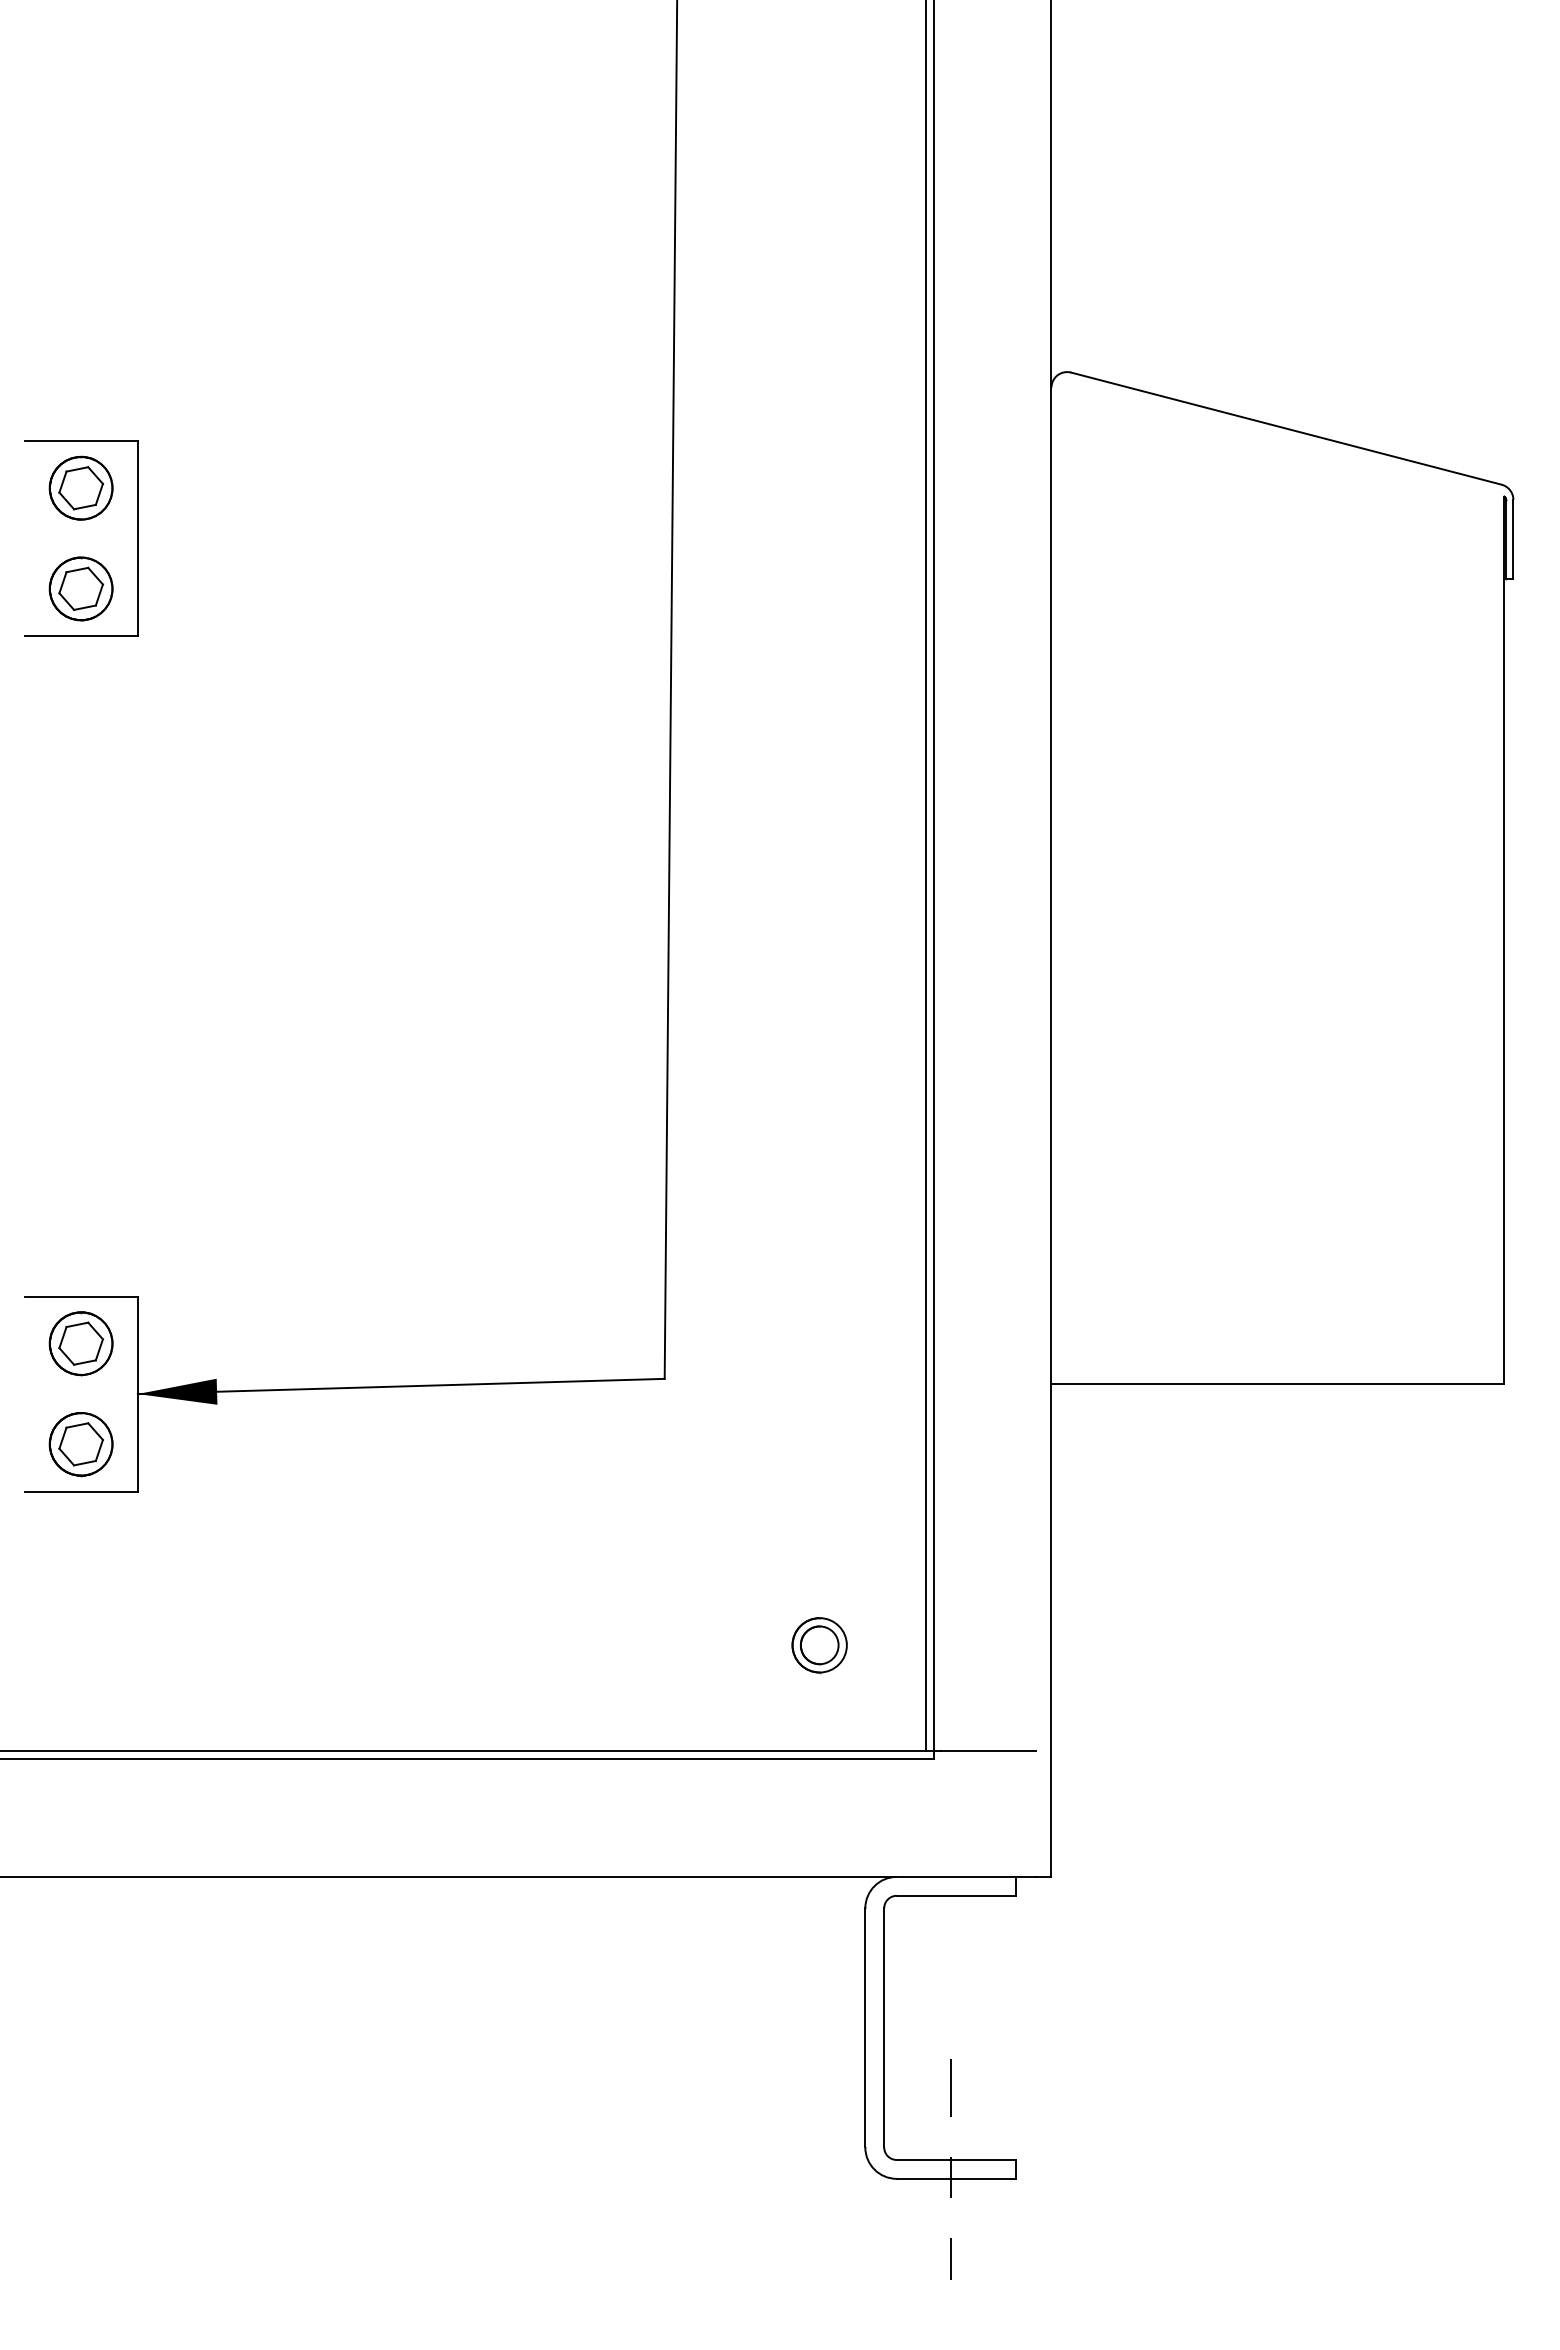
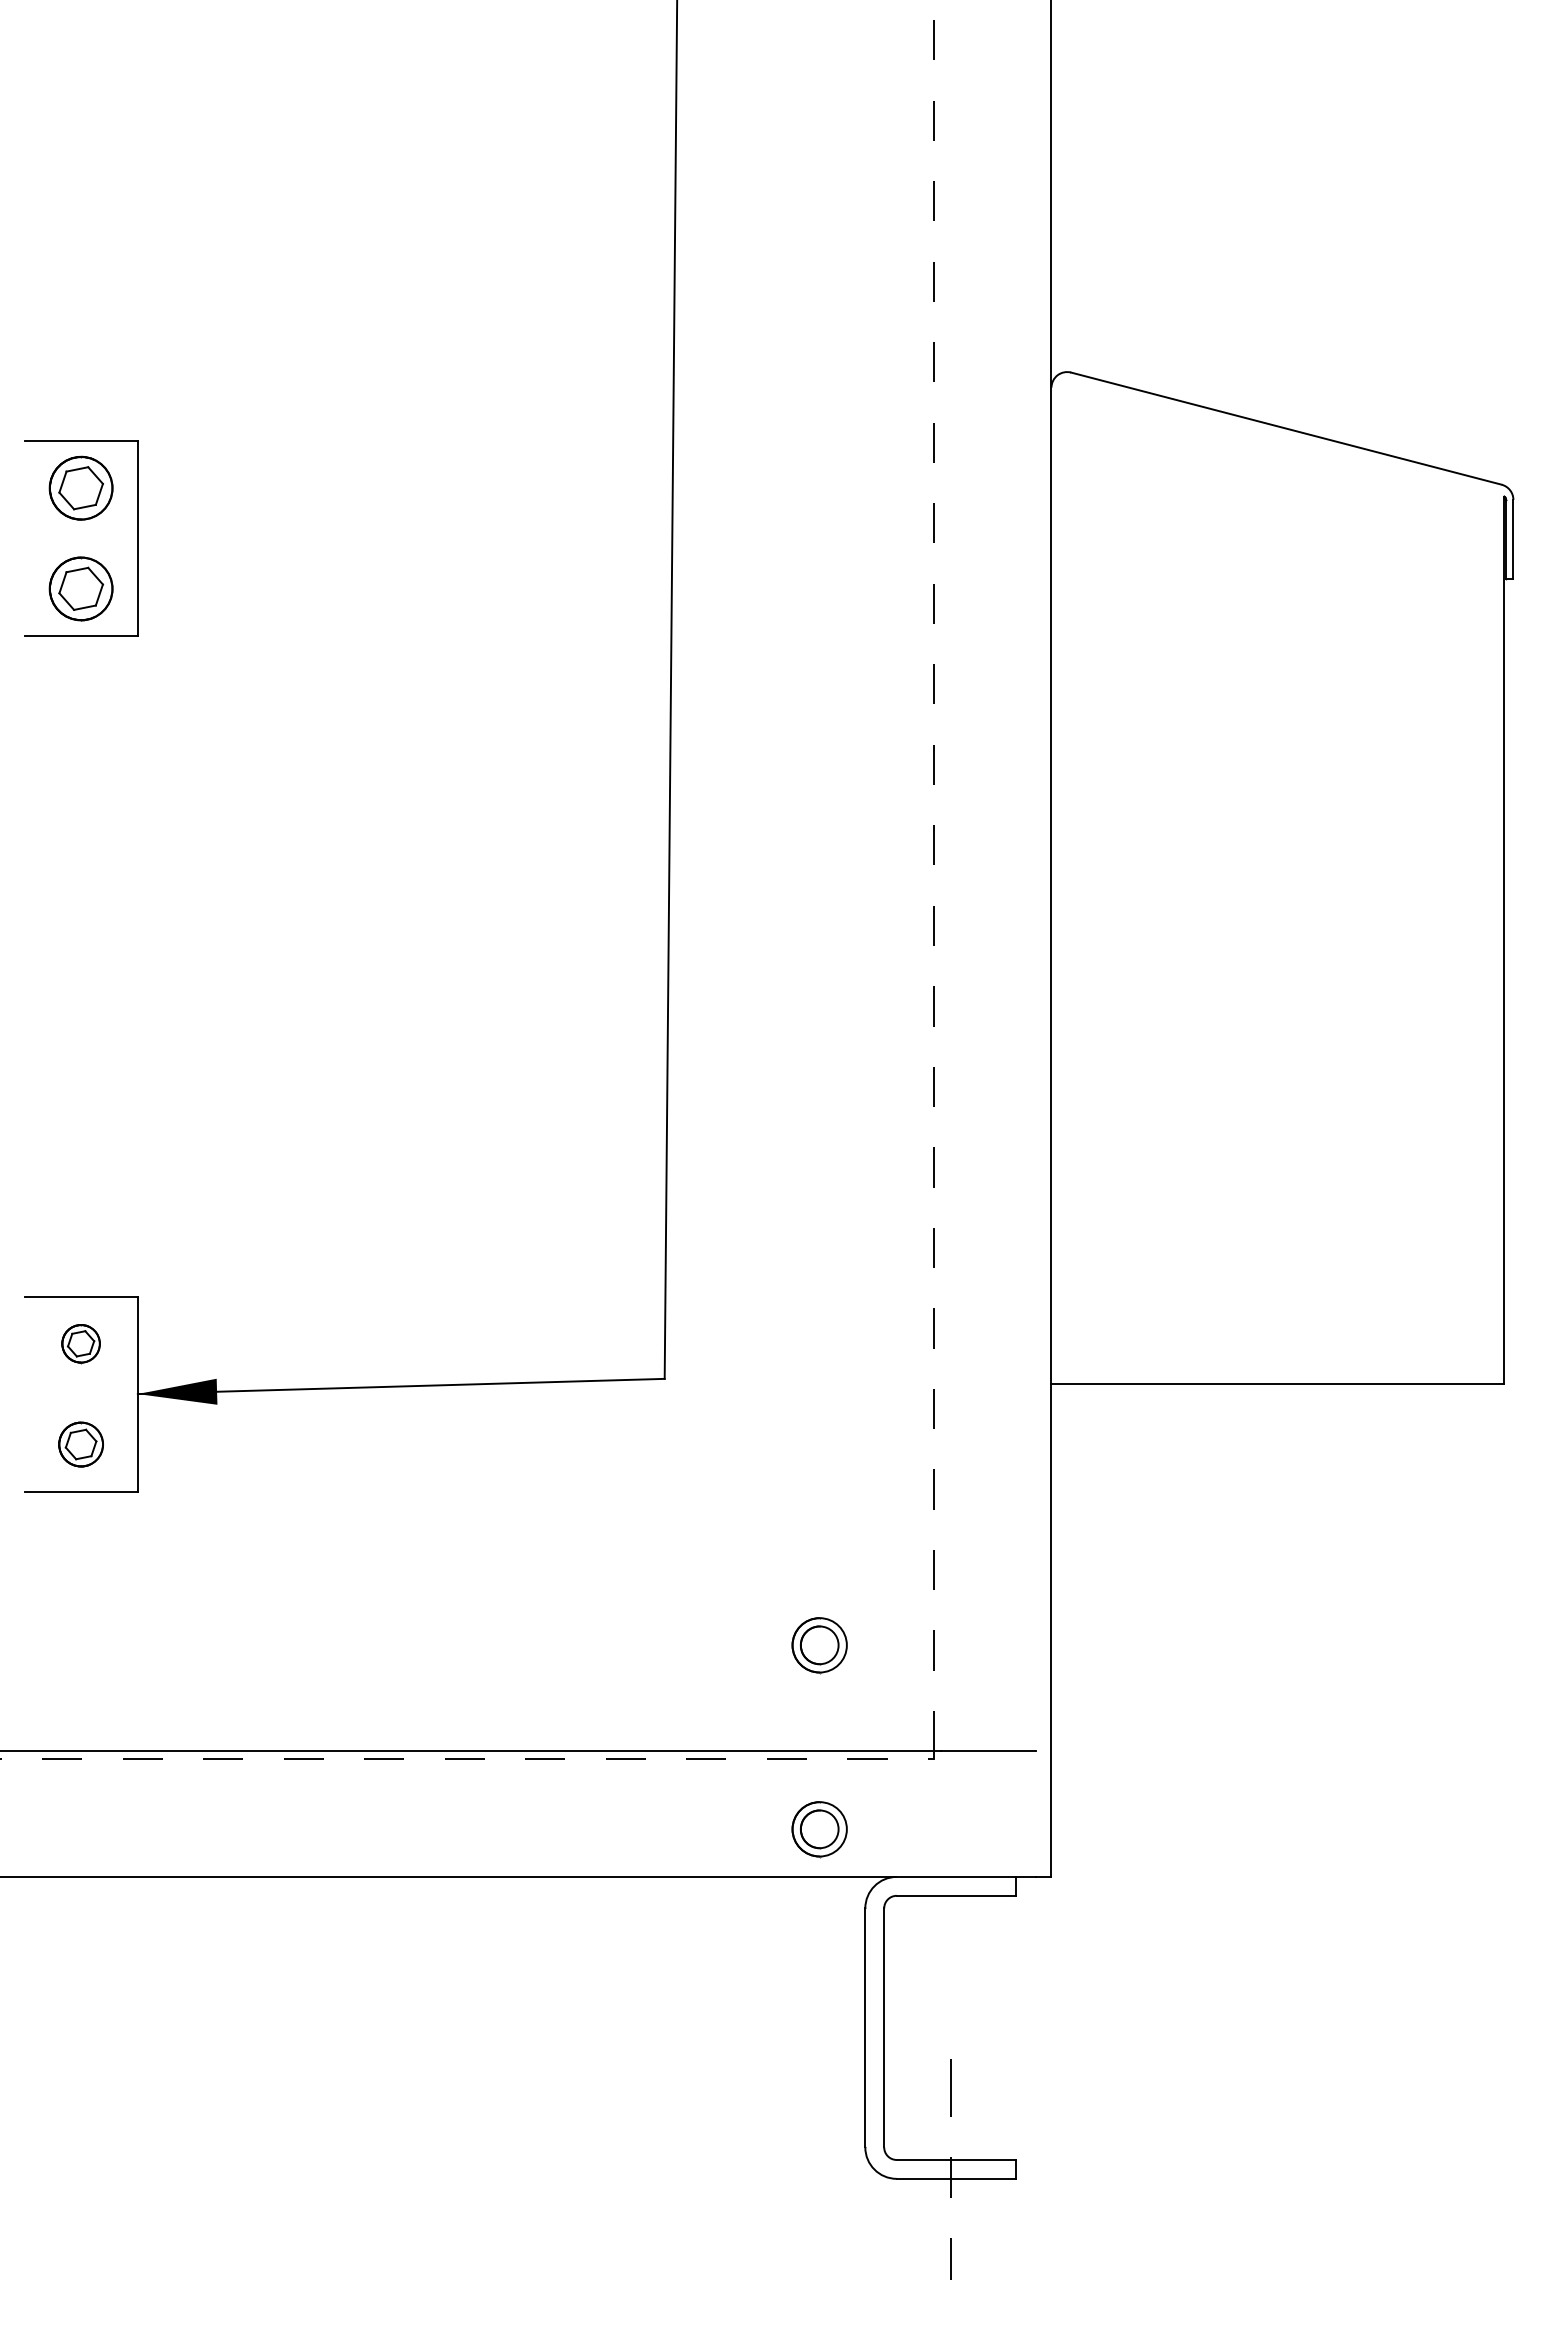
line at (933, 875): solid -> dashed
line at (925, 876): present -> none
part at (80, 1343) size: 66x66 px -> 40x41 px
part at (80, 1444) size: 66x66 px -> 46x47 px
line at (467, 1758): solid -> dashed
part at (819, 1829): none -> present
